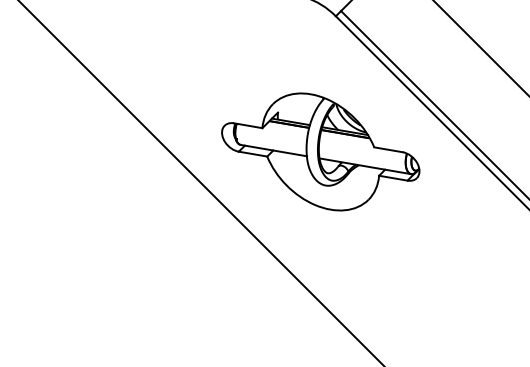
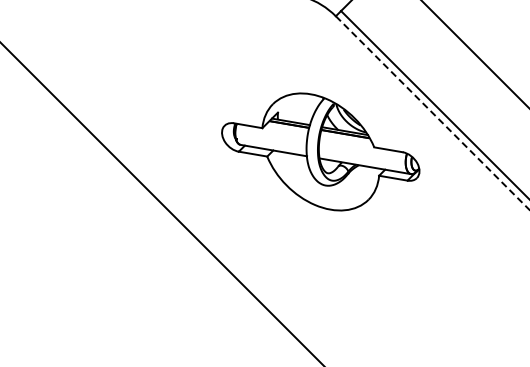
line at (480, 47) position: (480, 47) -> (474, 53)
line at (432, 113): solid -> dashed
line at (200, 182) position: (200, 182) -> (161, 203)
